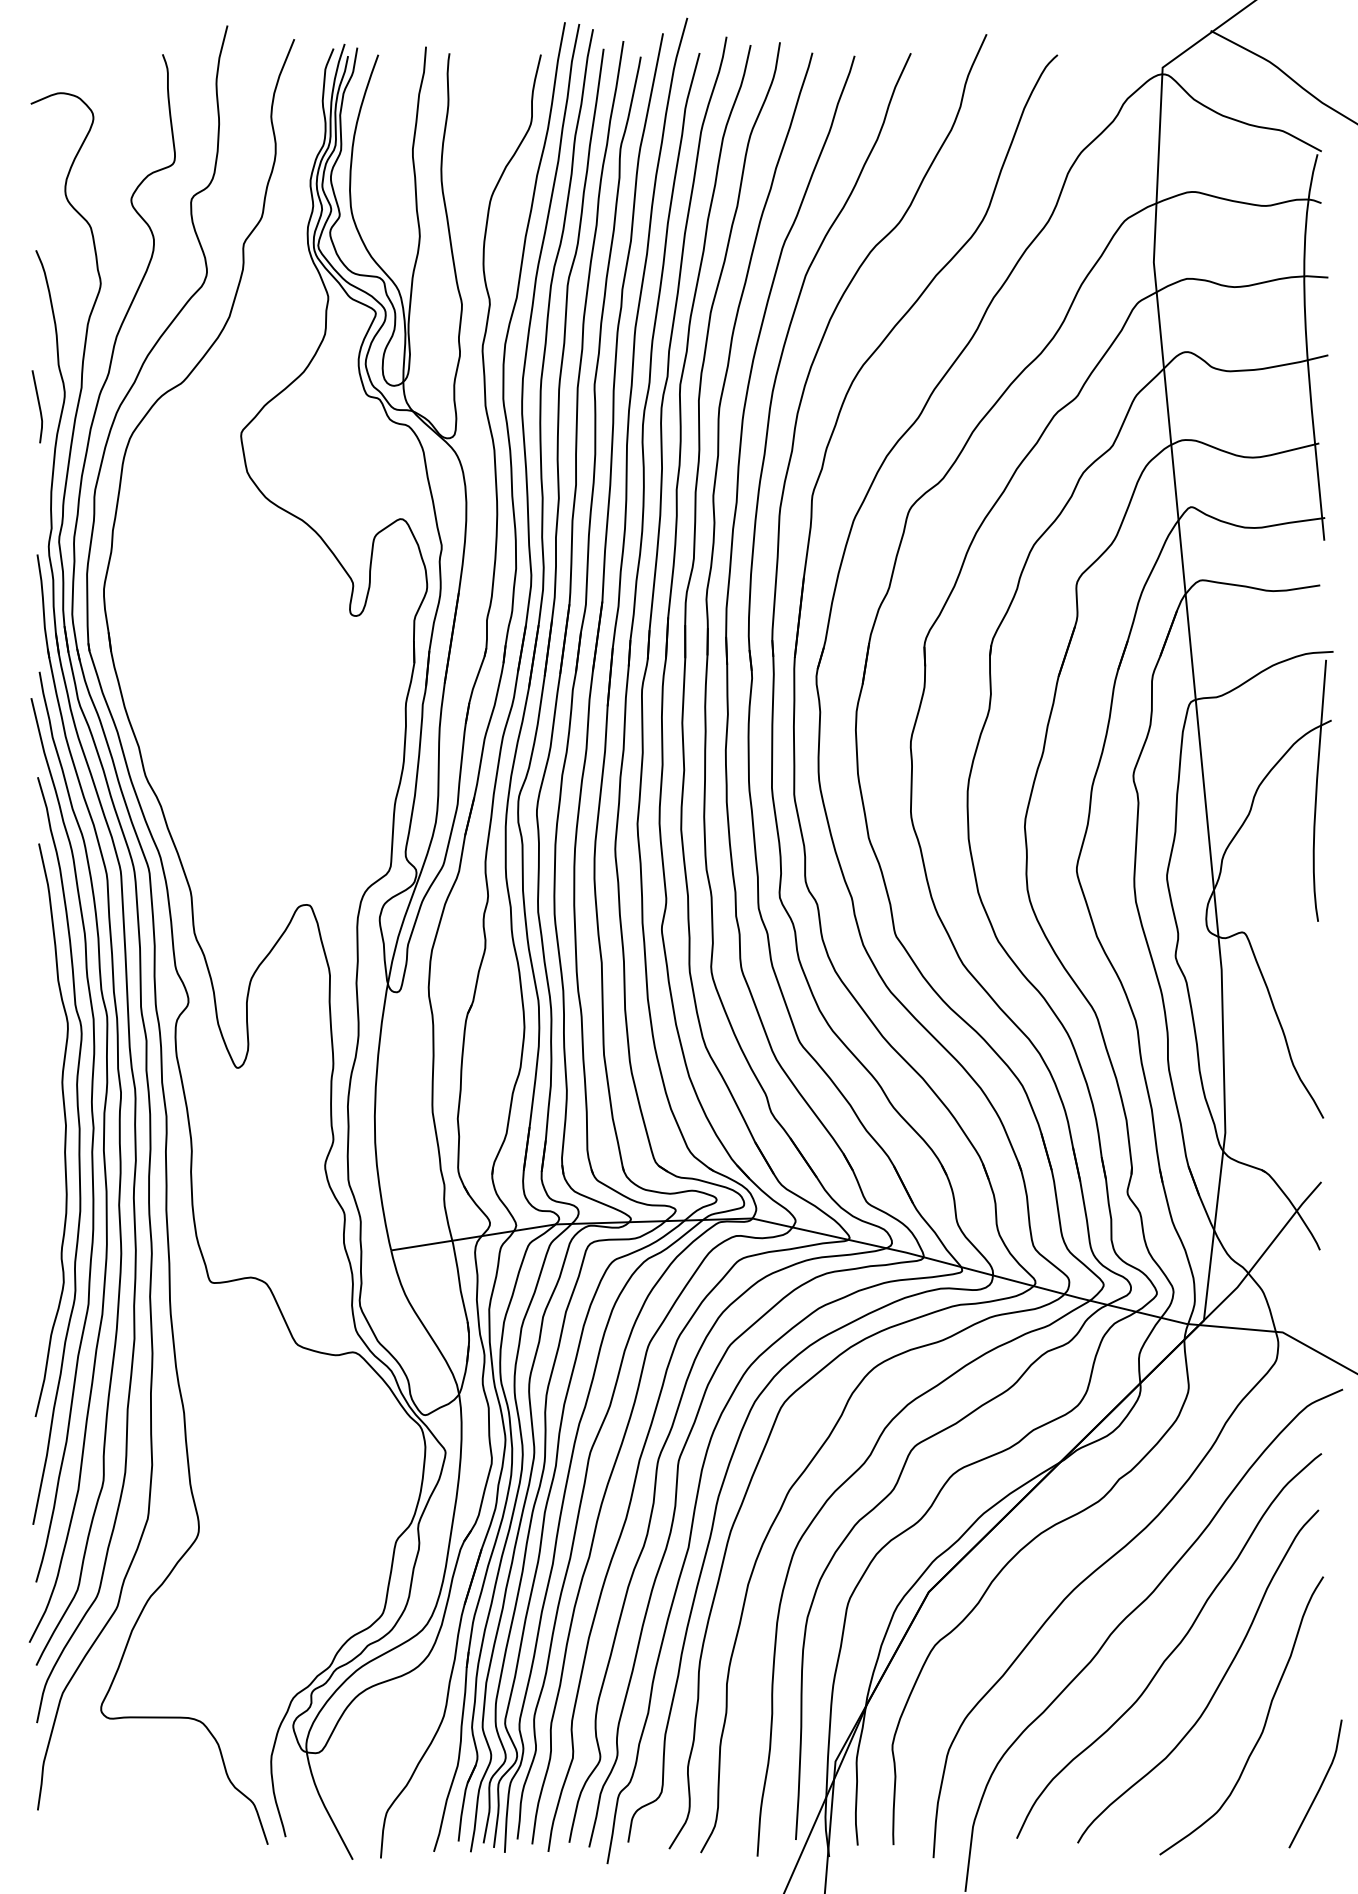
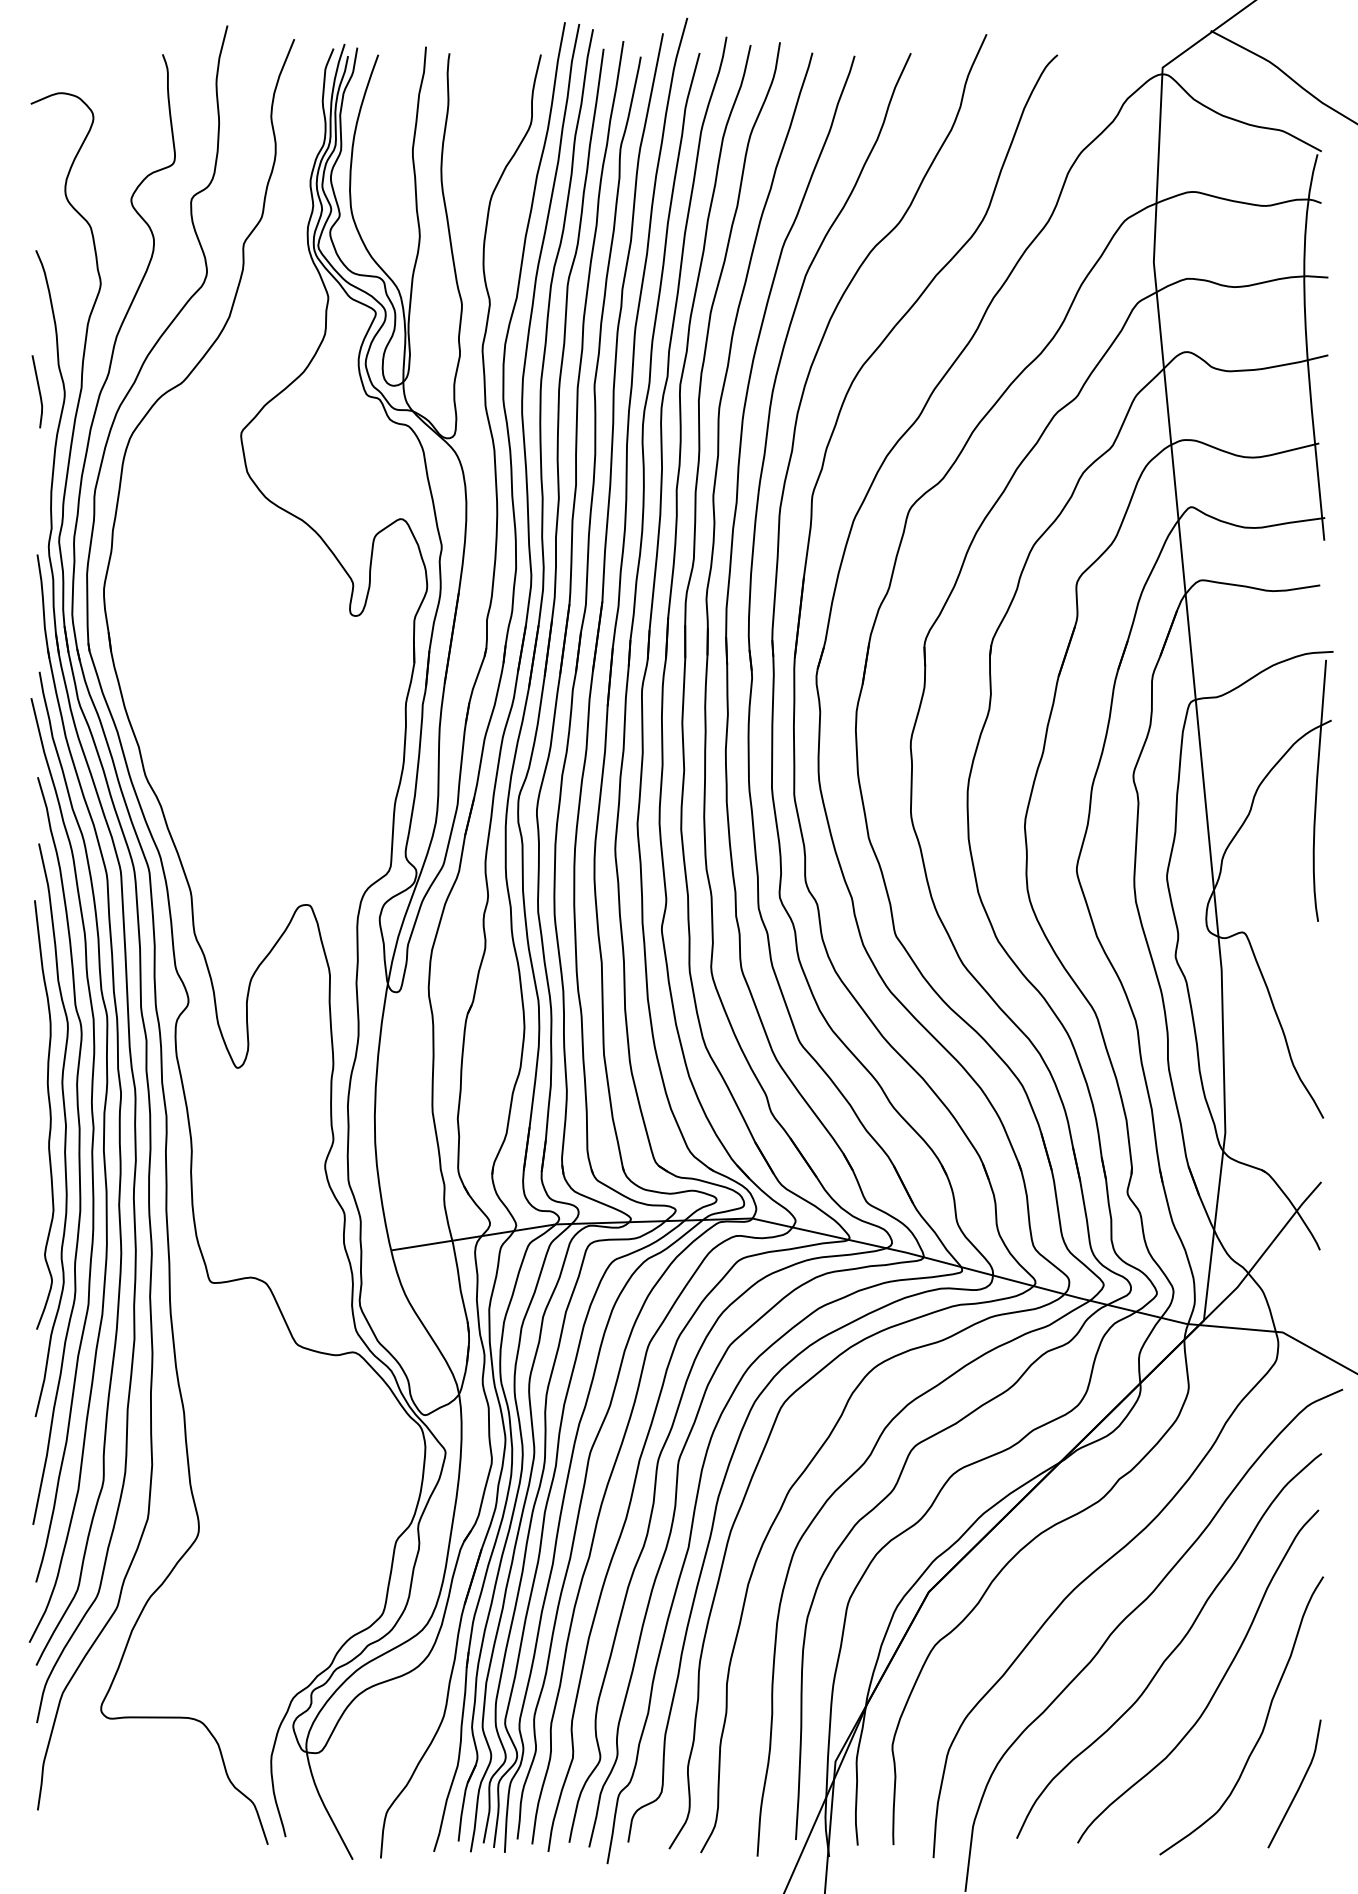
line at (38, 406) position: (38, 406) -> (38, 391)
curve at (49, 1114): none -> present
curve at (1319, 1786) position: (1319, 1786) -> (1298, 1786)
